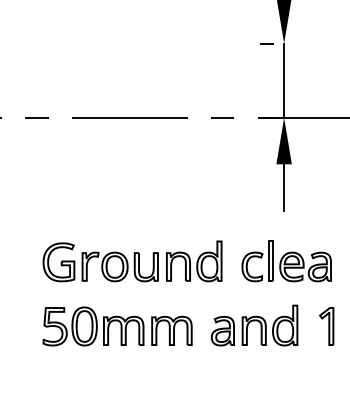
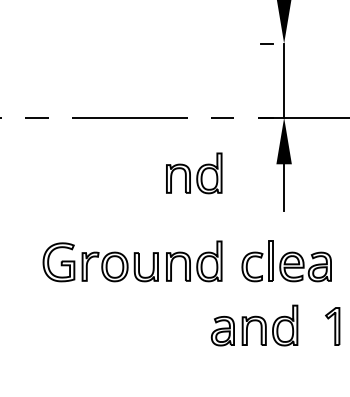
part at (194, 173): none -> present
part at (117, 326): present -> none
part at (326, 326) position: (326, 326) -> (332, 326)
